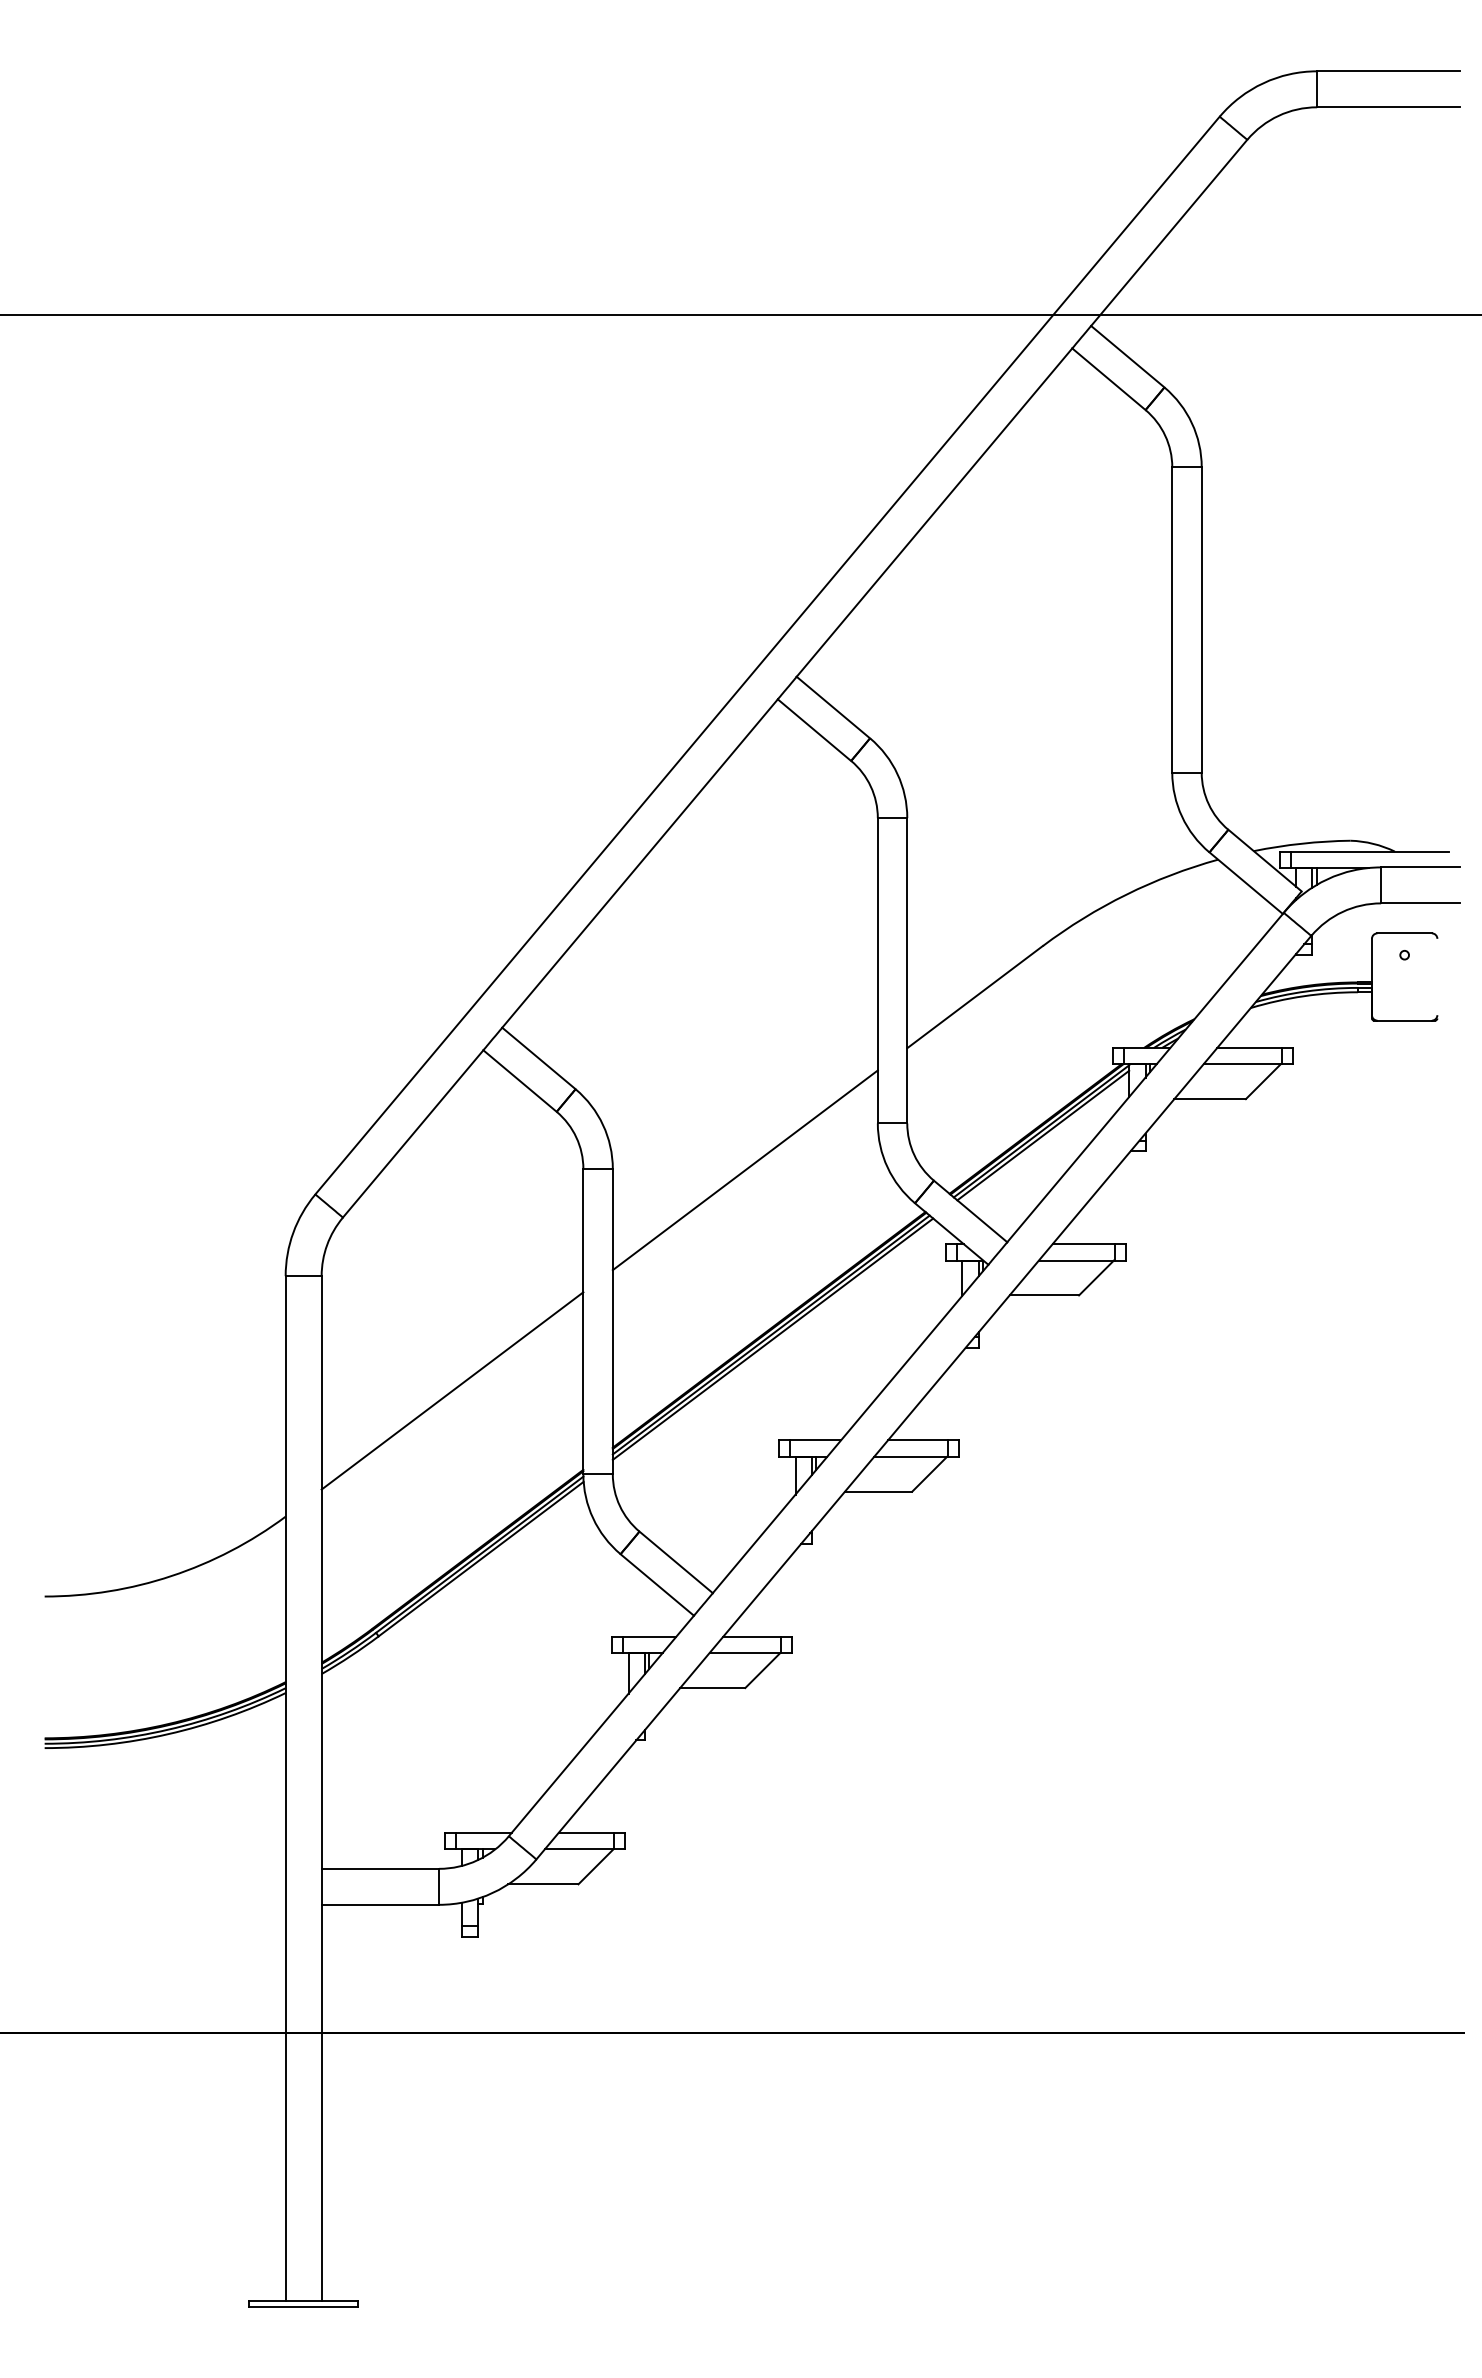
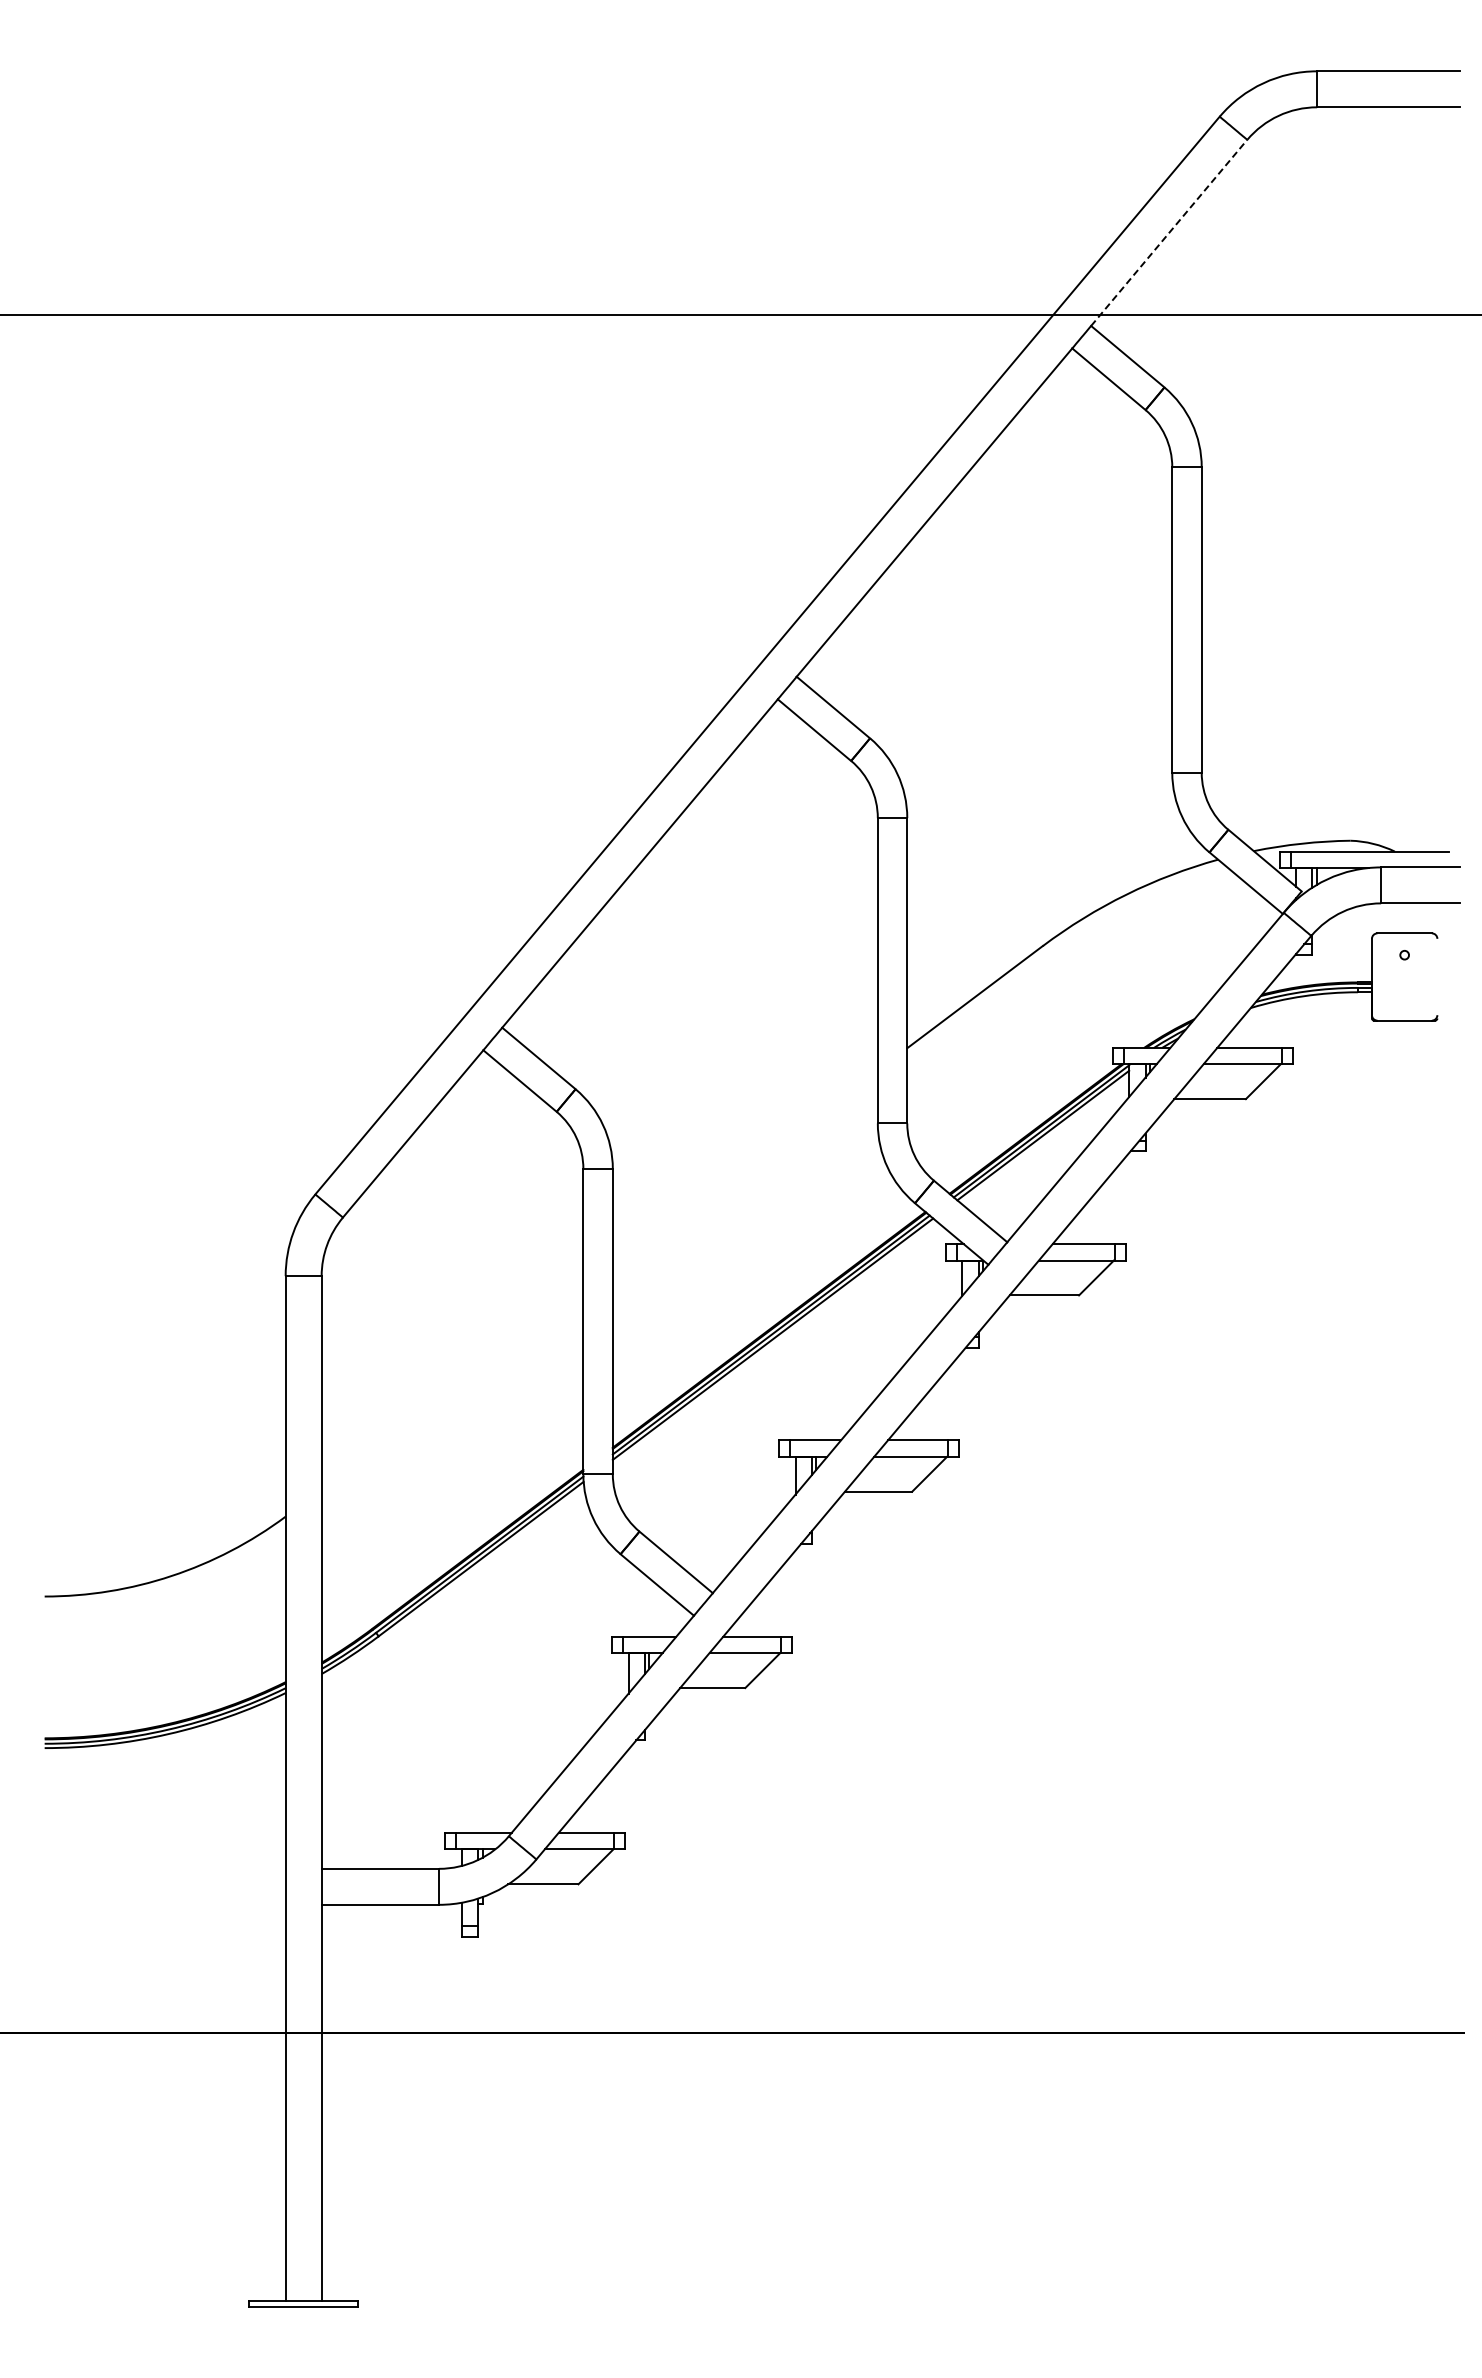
line at (1169, 232): solid -> dashed
line at (744, 1170): present -> none
line at (452, 1390): present -> none
